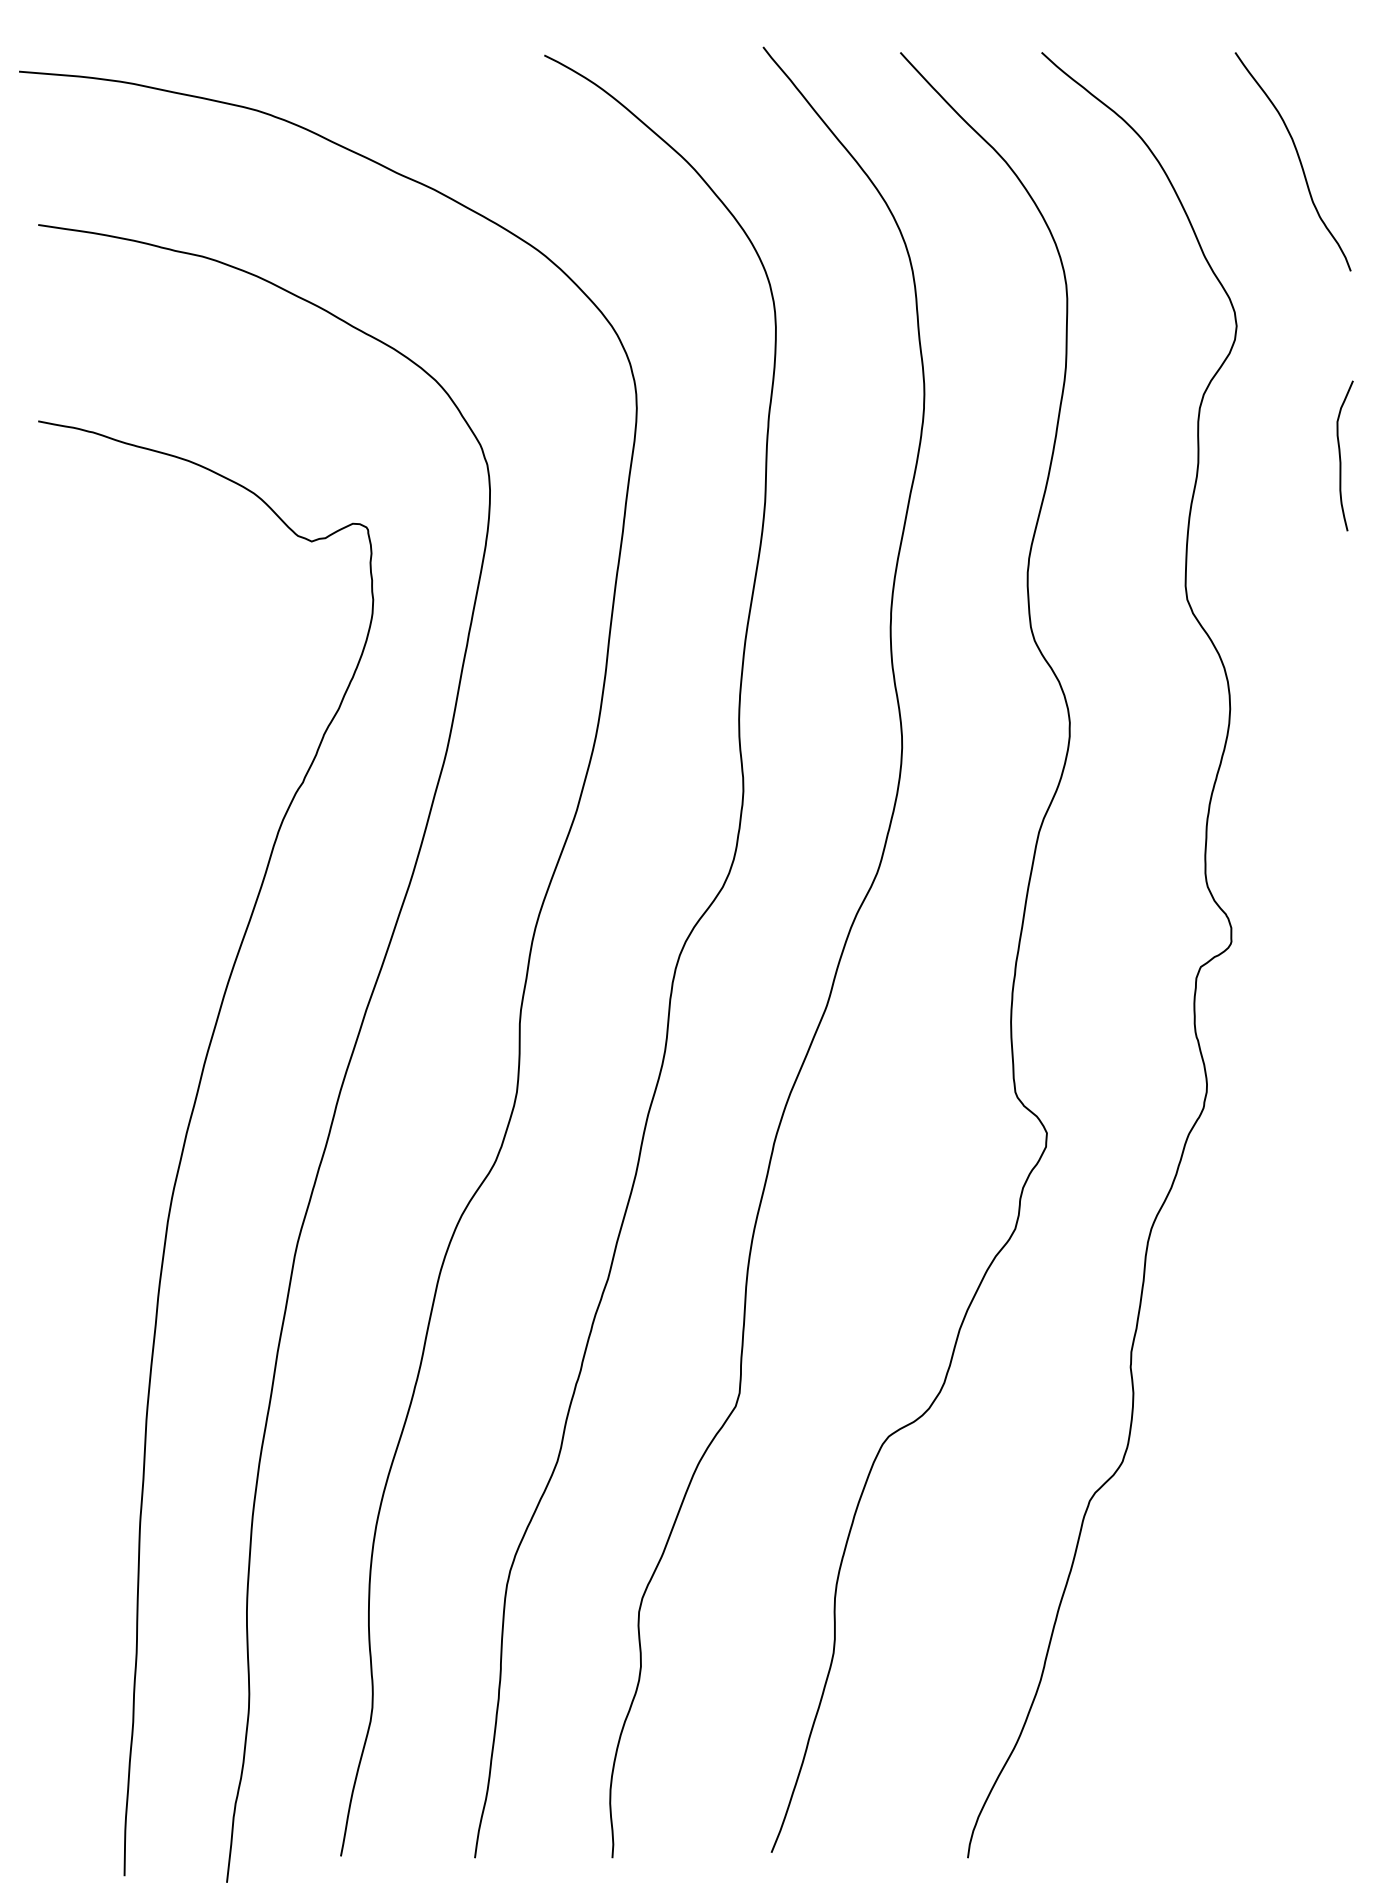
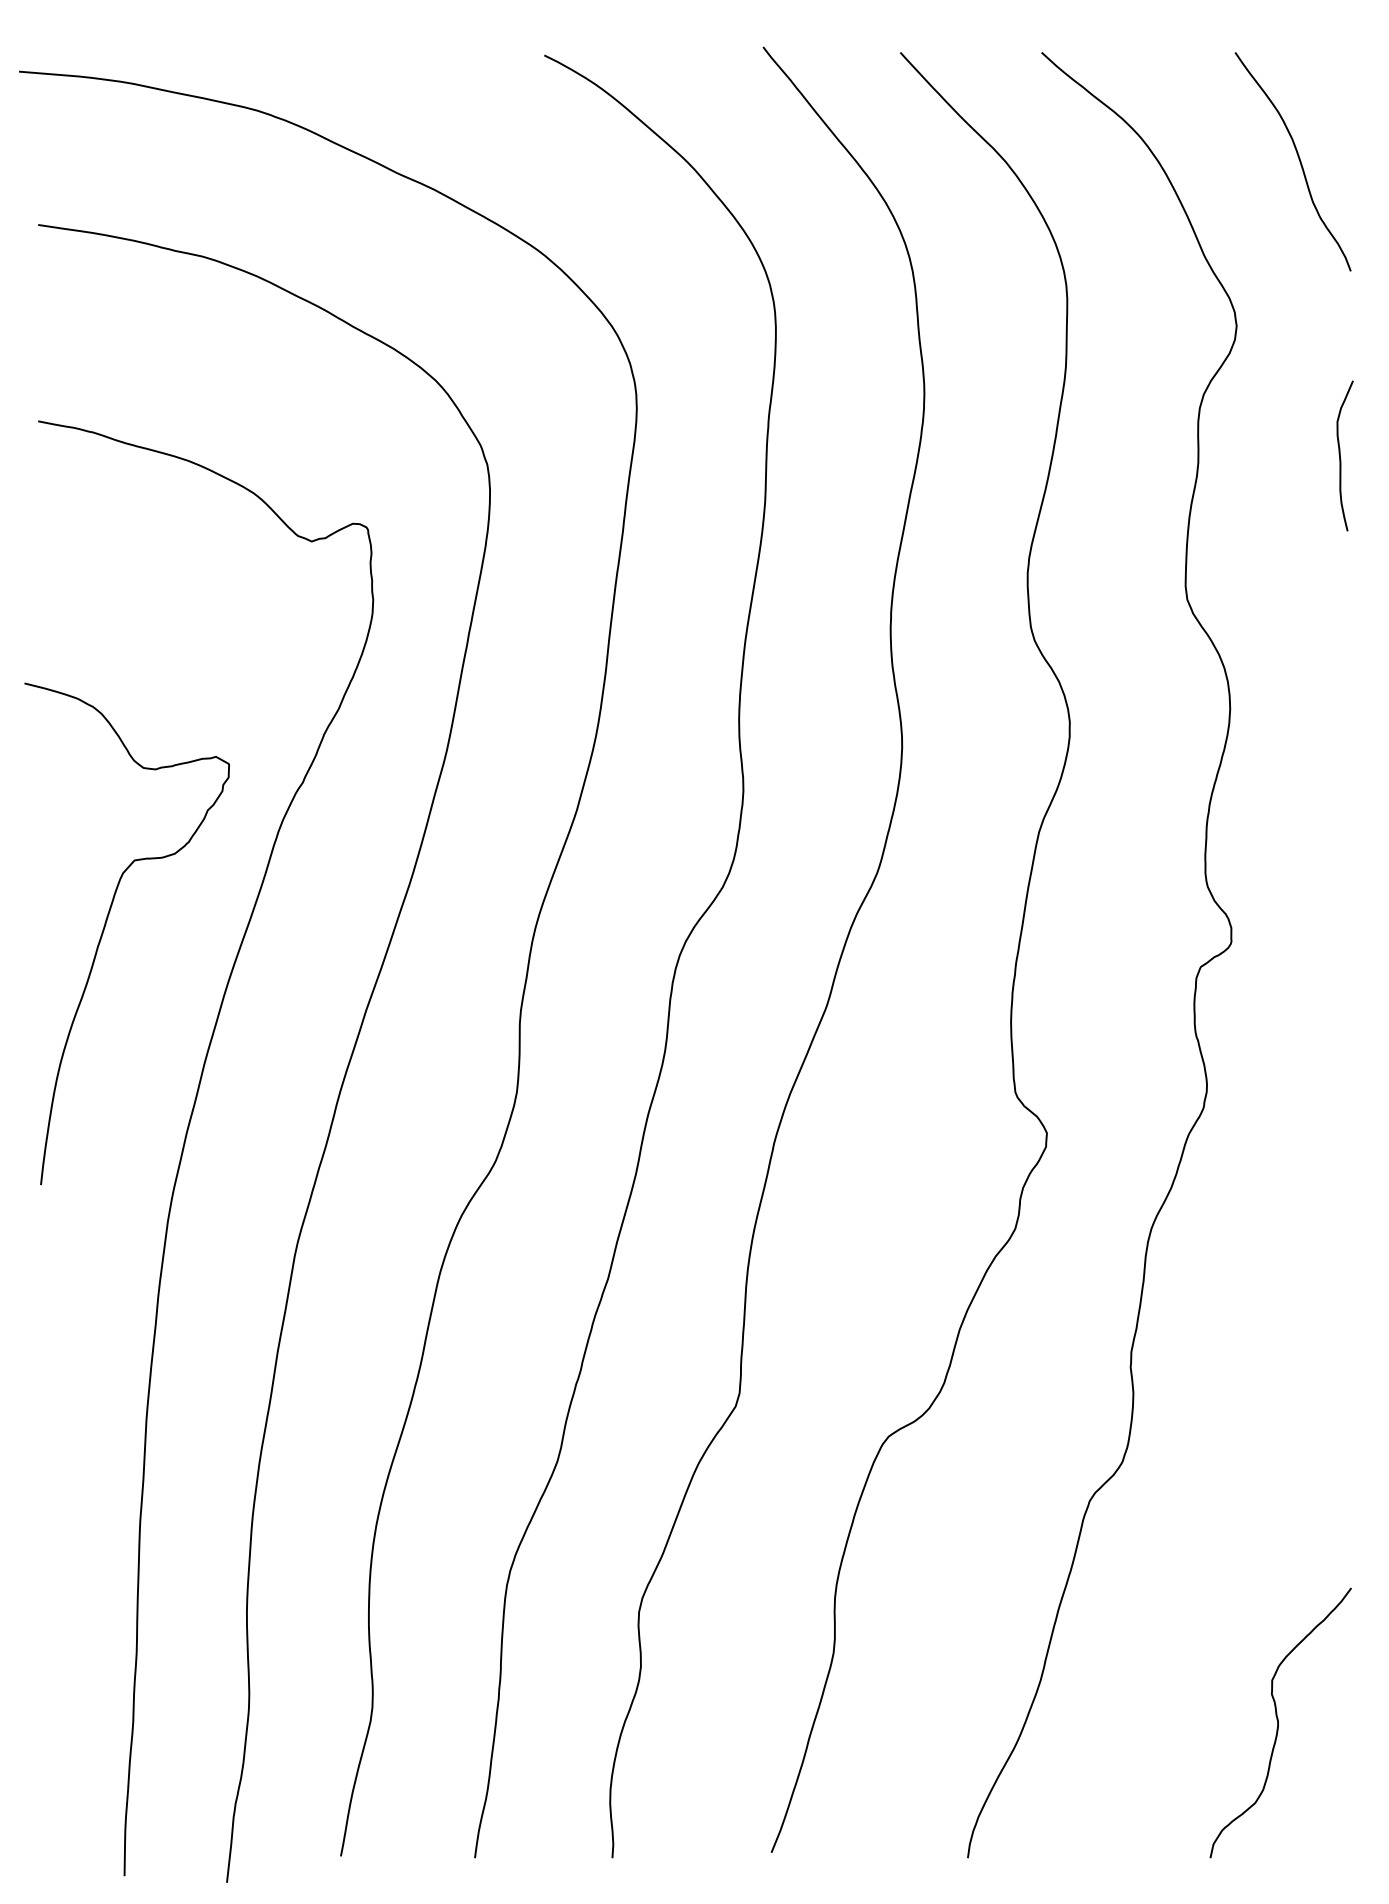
curve at (105, 927): none -> present
curve at (1278, 1722): none -> present
